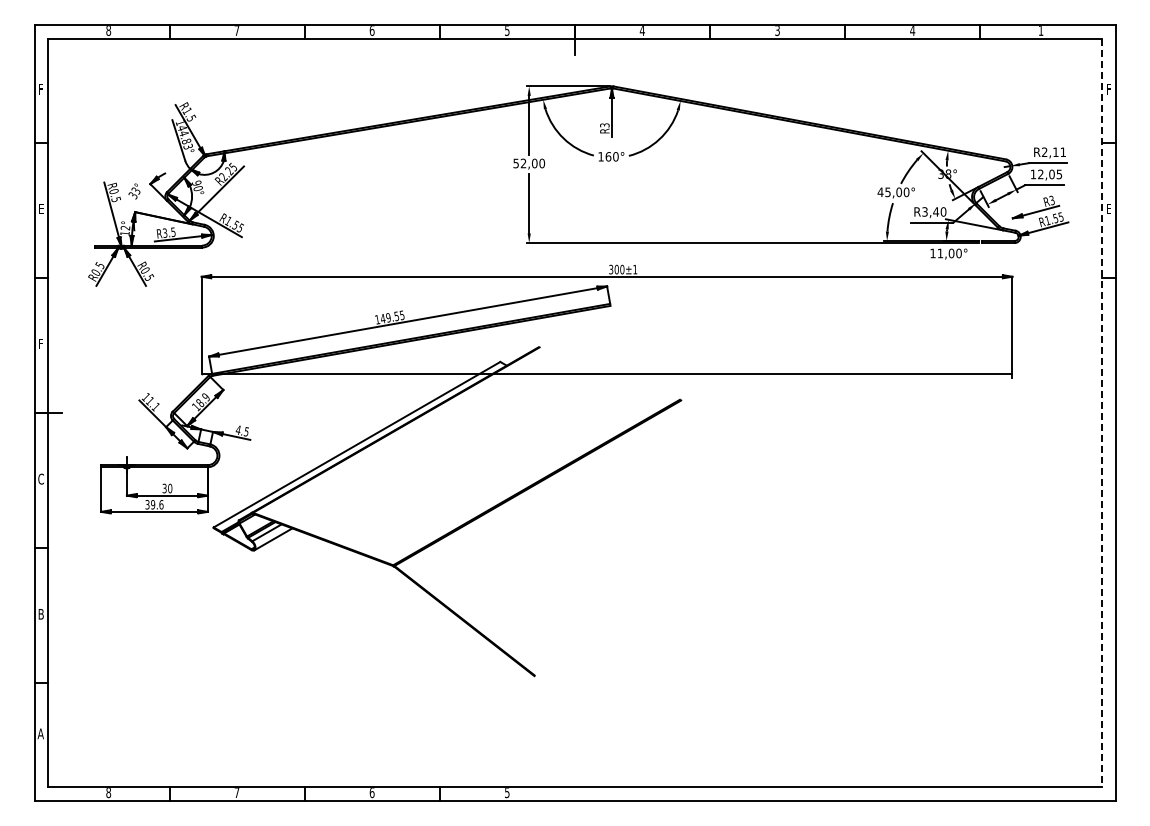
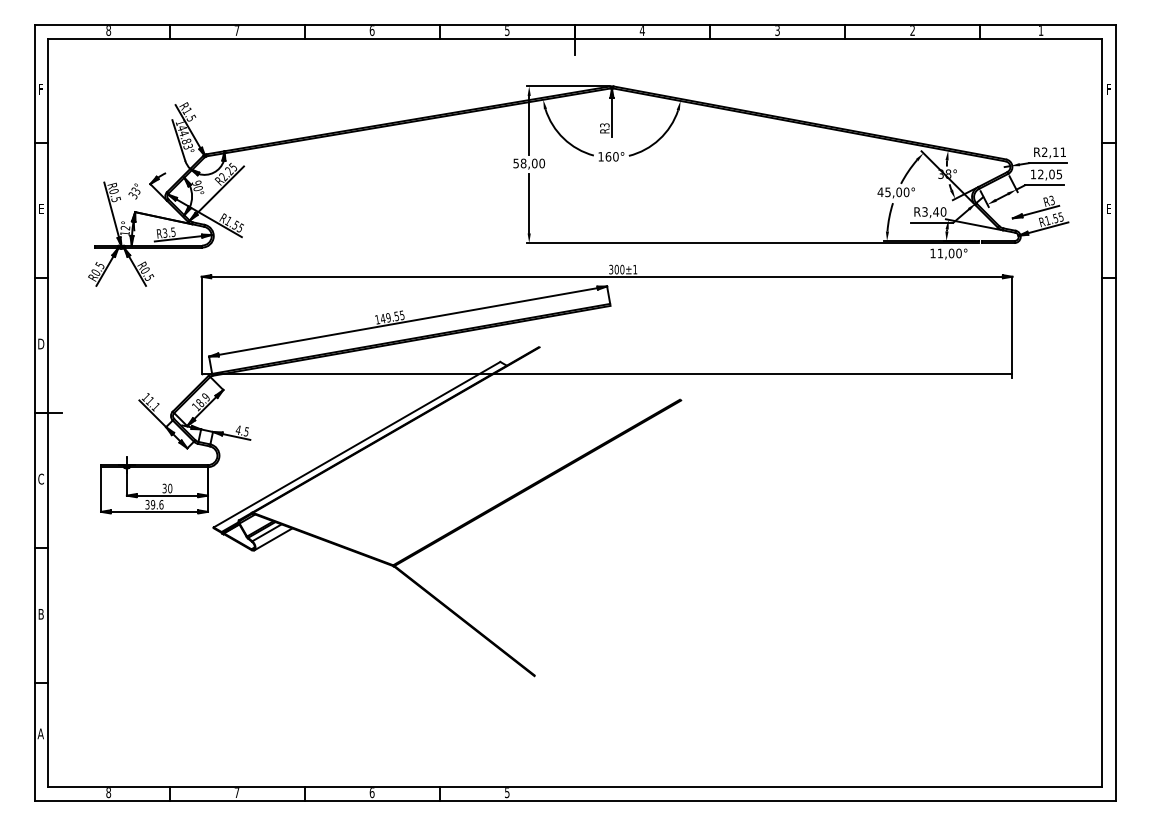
text at (912, 30): 4 -> 2
text at (523, 163): 52,00 -> 58,00
text at (41, 343): F -> D
line at (1101, 413): dashed -> solid
